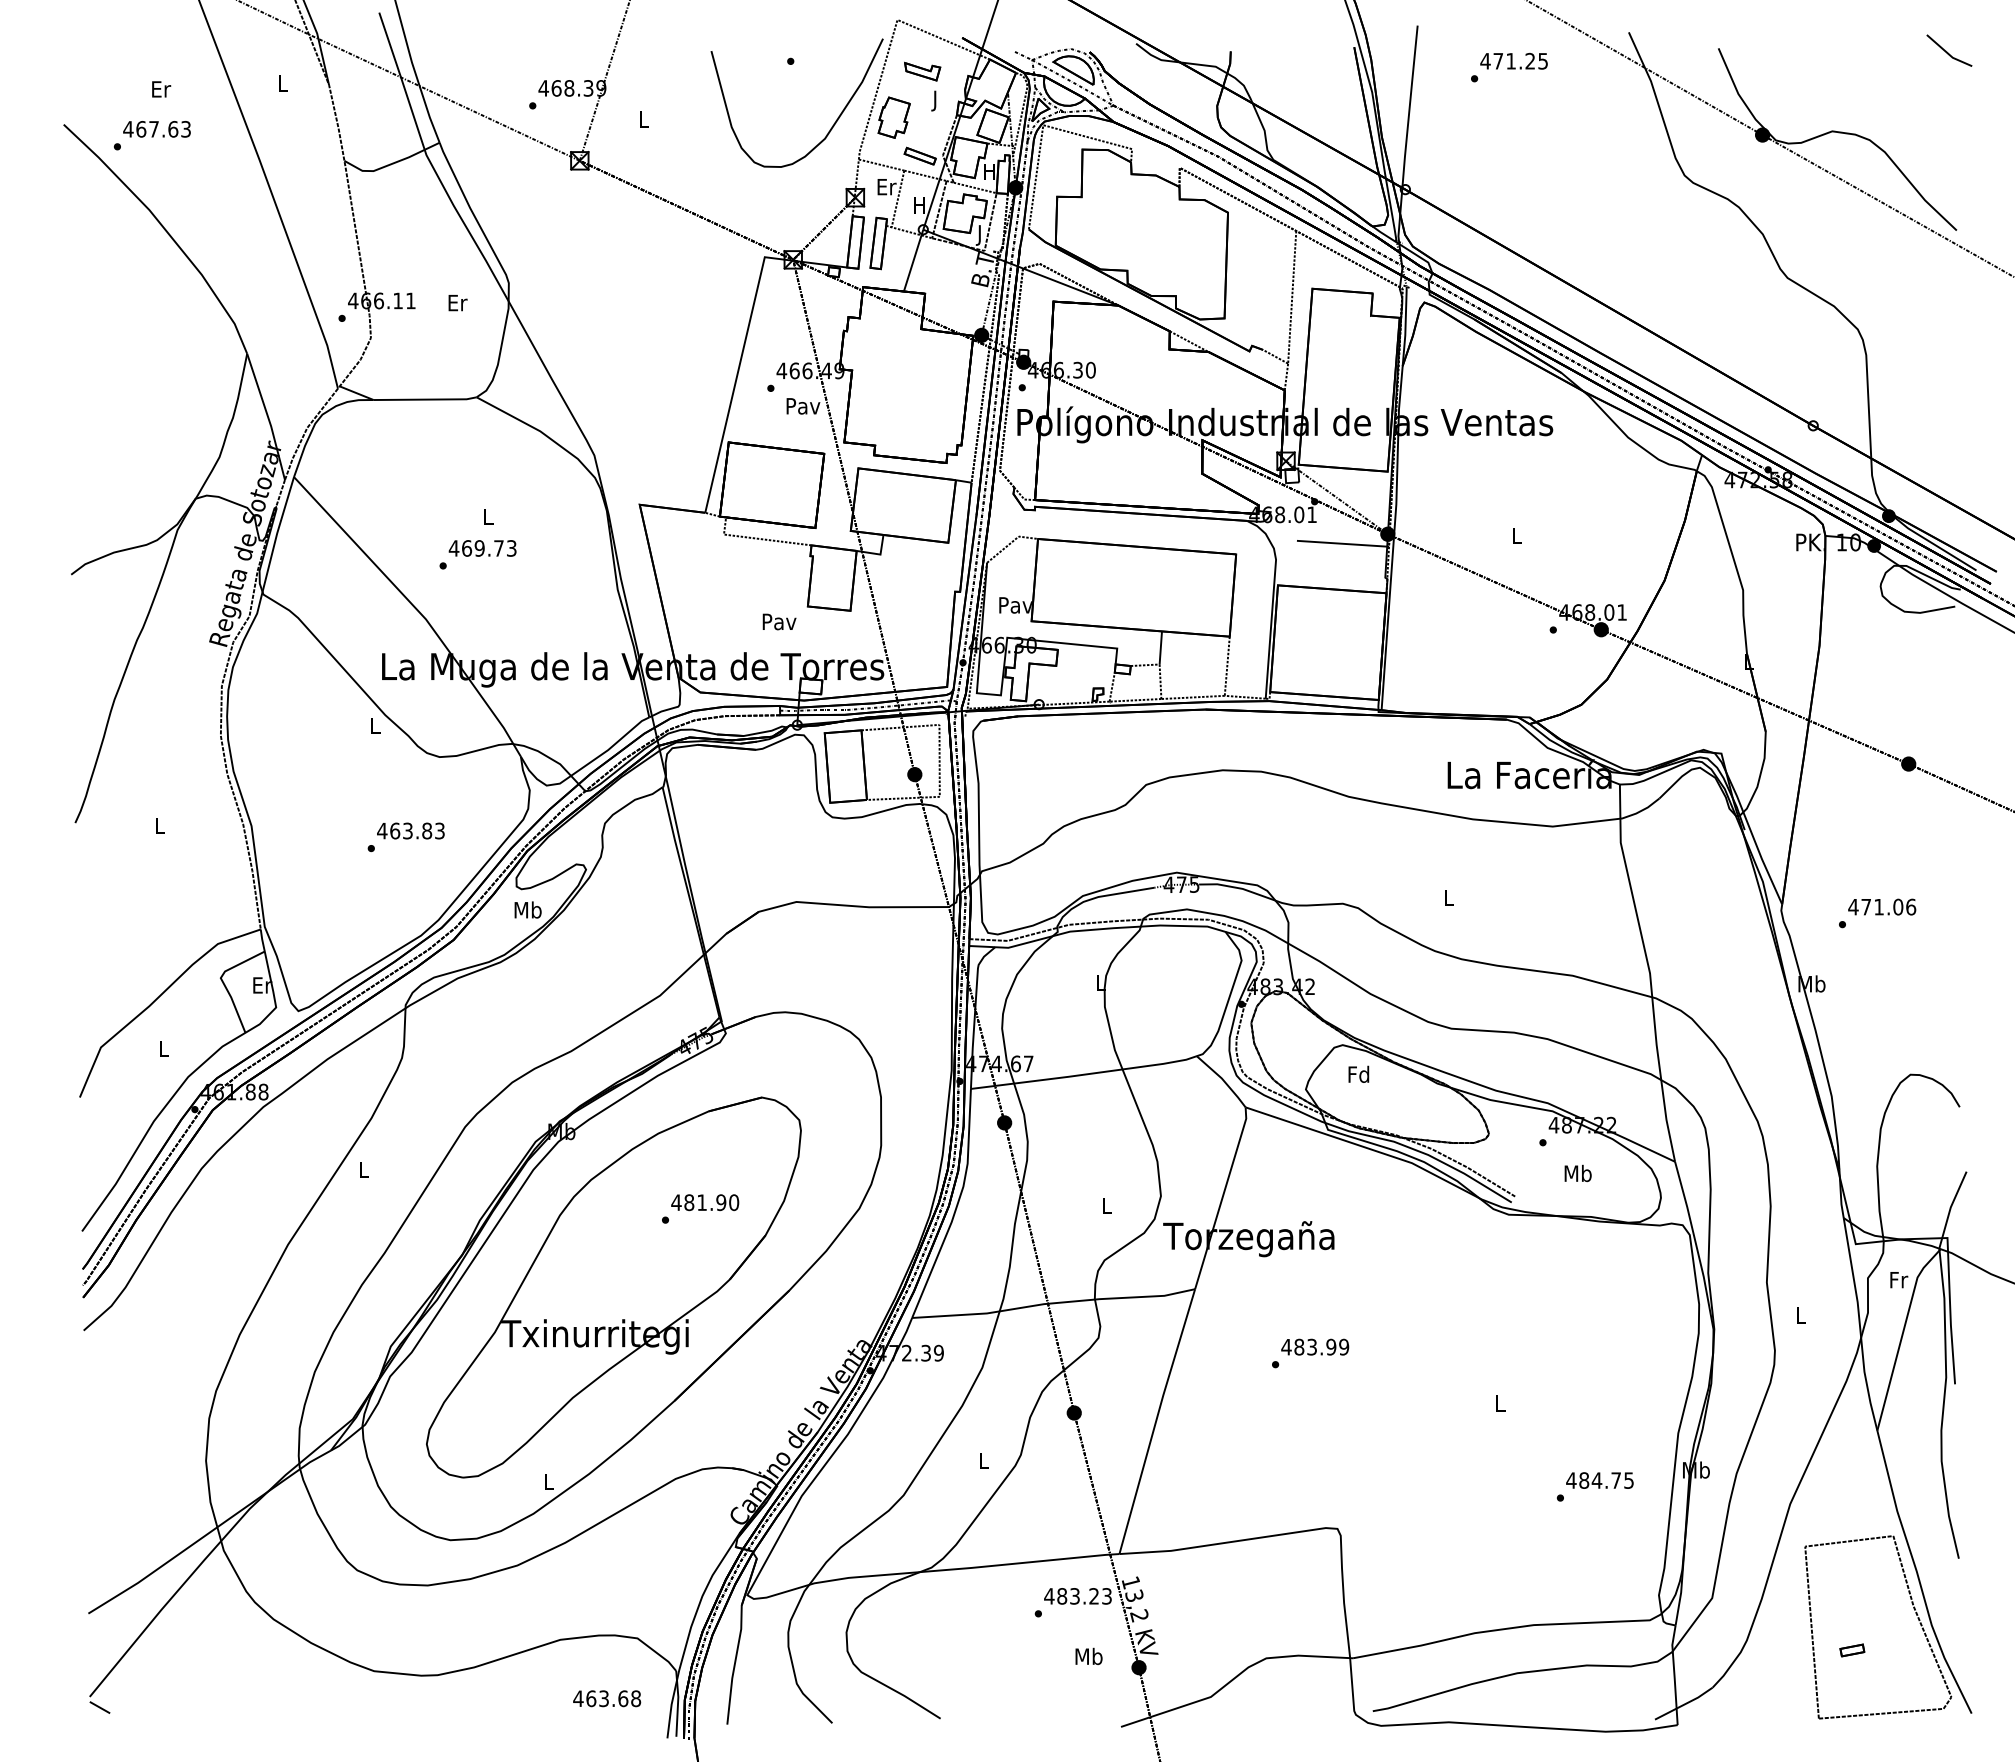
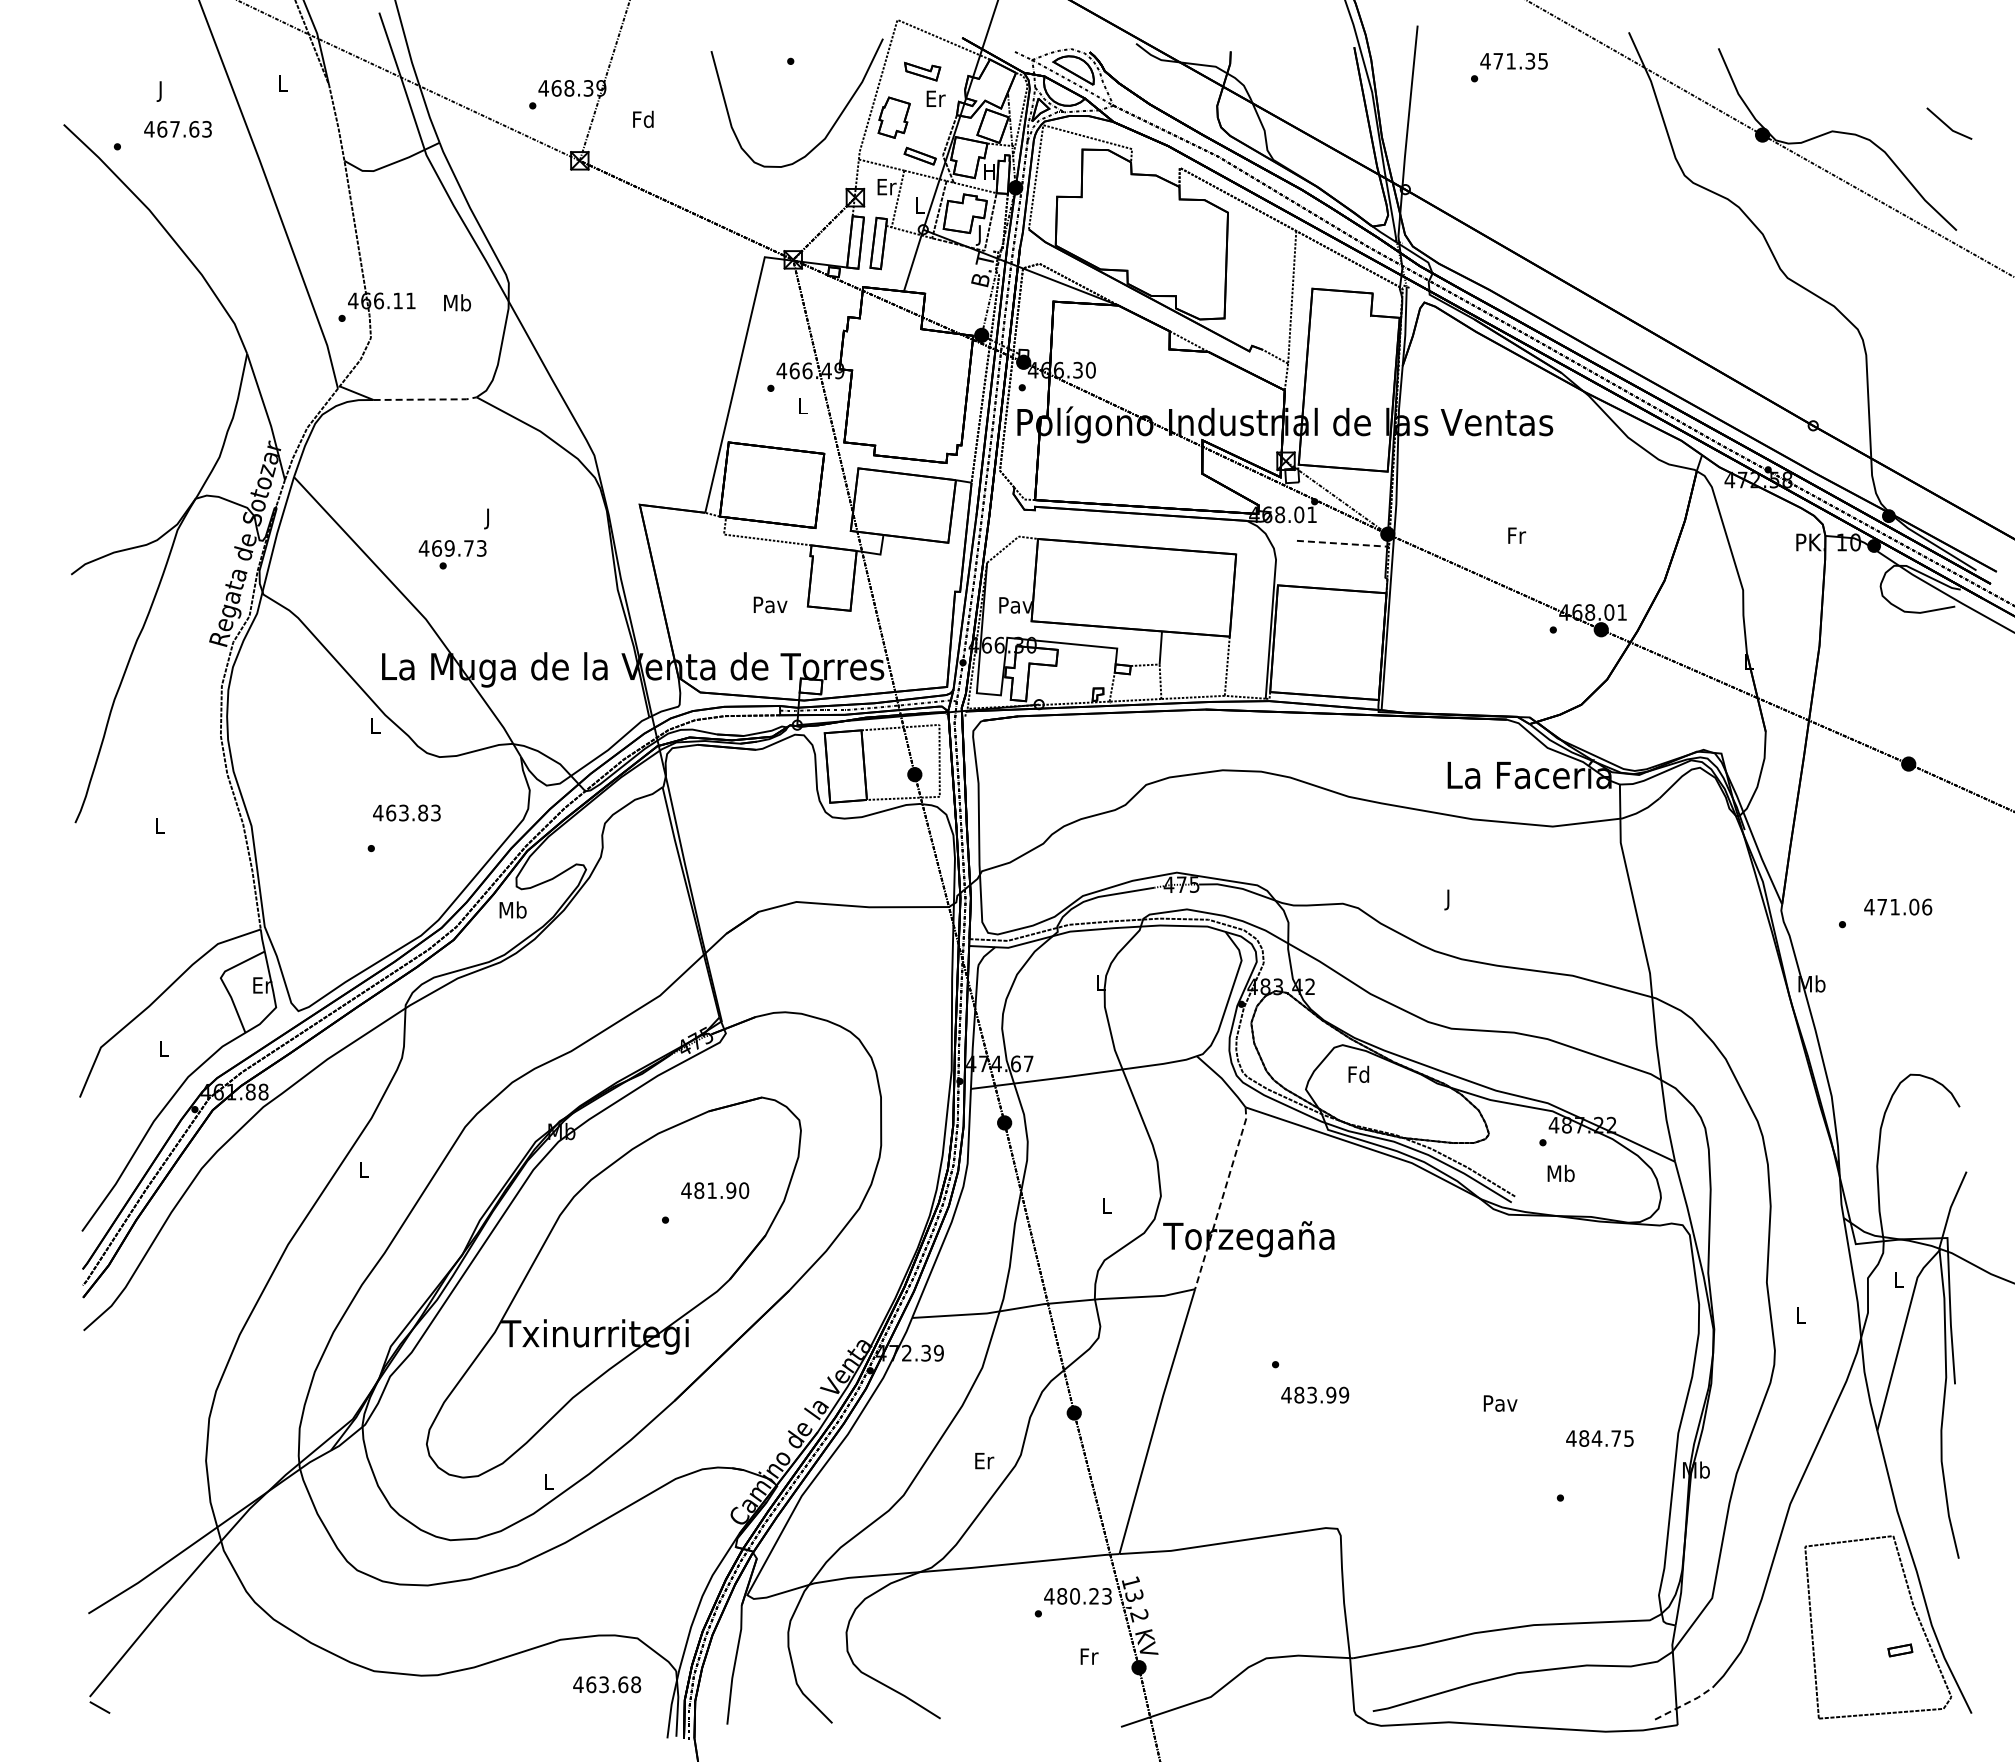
line at (1947, 51) position: (1947, 51) -> (1947, 124)
text at (1530, 61): 471.25 -> 471.35
text at (161, 91): Er -> J
text at (935, 100): J -> Er
text at (643, 118): L -> Fd
text at (156, 129) position: (156, 129) -> (177, 129)
text at (919, 205): H -> L
text at (457, 302): Er -> Mb
line at (426, 399): solid -> dashed
text at (803, 406): Pav -> L
text at (488, 518): L -> J
text at (1517, 535): L -> Fr
line at (1343, 543): solid -> dashed
text at (482, 548) position: (482, 548) -> (452, 548)
text at (779, 621) position: (779, 621) -> (770, 604)
text at (410, 830) position: (410, 830) -> (406, 812)
text at (1448, 899): L -> J
text at (1882, 906) position: (1882, 906) -> (1898, 906)
text at (527, 909) position: (527, 909) -> (512, 909)
text at (1577, 1173) position: (1577, 1173) -> (1560, 1173)
line at (1222, 1198): solid -> dashed
text at (705, 1202) position: (705, 1202) -> (715, 1190)
text at (1899, 1280): Fr -> L
text at (1315, 1346) position: (1315, 1346) -> (1315, 1394)
text at (1500, 1403): L -> Pav
text at (984, 1460): L -> Er
text at (1599, 1480) position: (1599, 1480) -> (1599, 1438)
text at (1075, 1596): 483.23 -> 480.23
part at (1852, 1650) position: (1852, 1650) -> (1900, 1650)
text at (1088, 1656): Mb -> Fr
text at (607, 1698) position: (607, 1698) -> (607, 1684)
line at (1684, 1704): solid -> dashed
